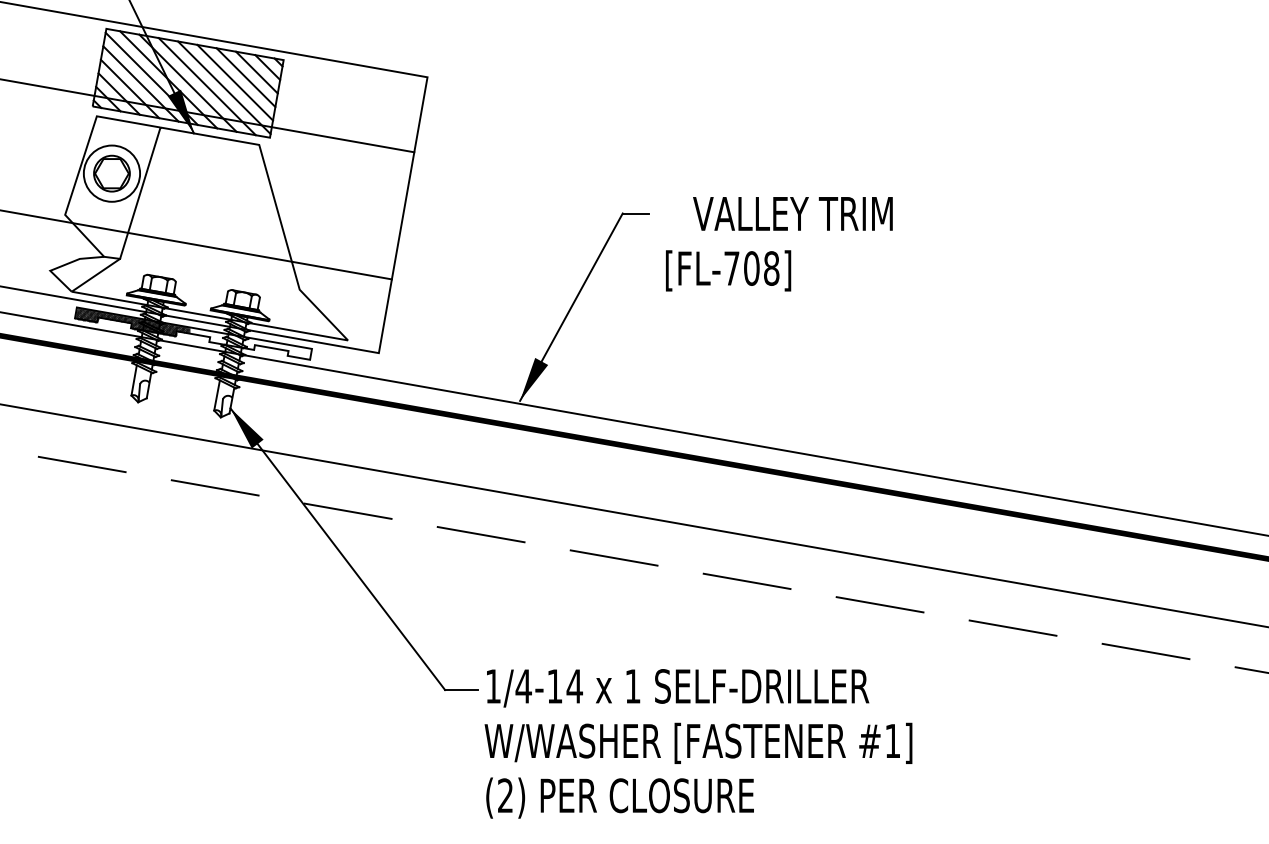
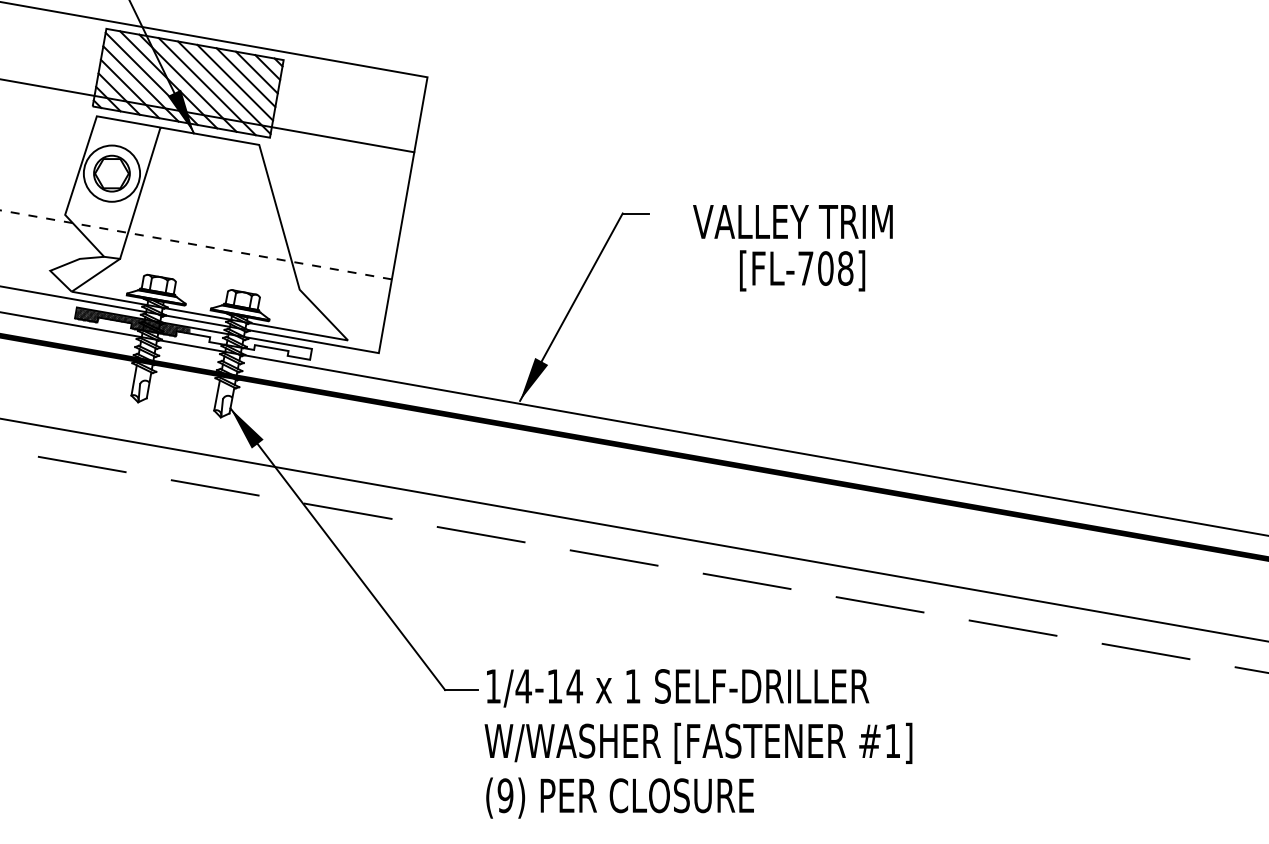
text at (792, 213) position: (792, 213) -> (792, 221)
line at (196, 244): solid -> dashed
text at (728, 270) position: (728, 270) -> (802, 270)
line at (633, 515) position: (633, 515) -> (633, 530)
text at (505, 795): (2) -> (9)
